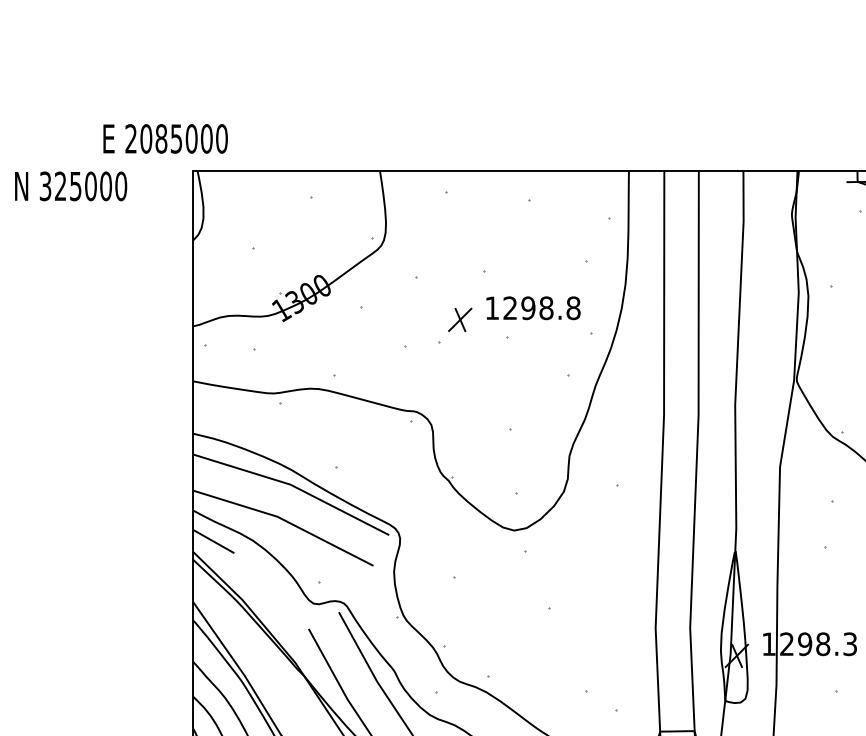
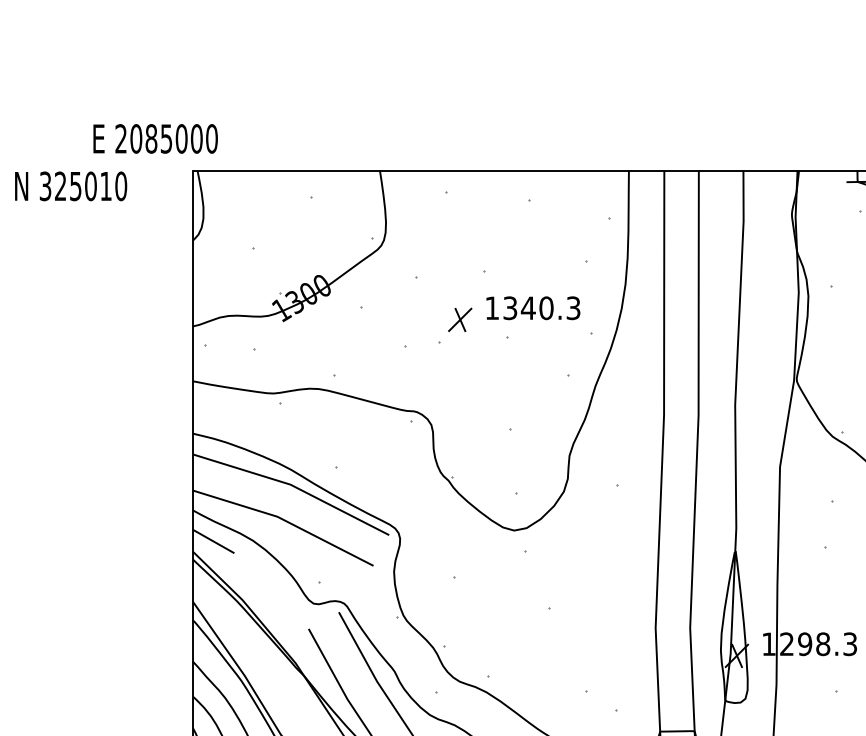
text at (165, 138) position: (165, 138) -> (155, 138)
text at (106, 186): 325000 -> 325010
text at (541, 308): 1298.8 -> 1340.3
